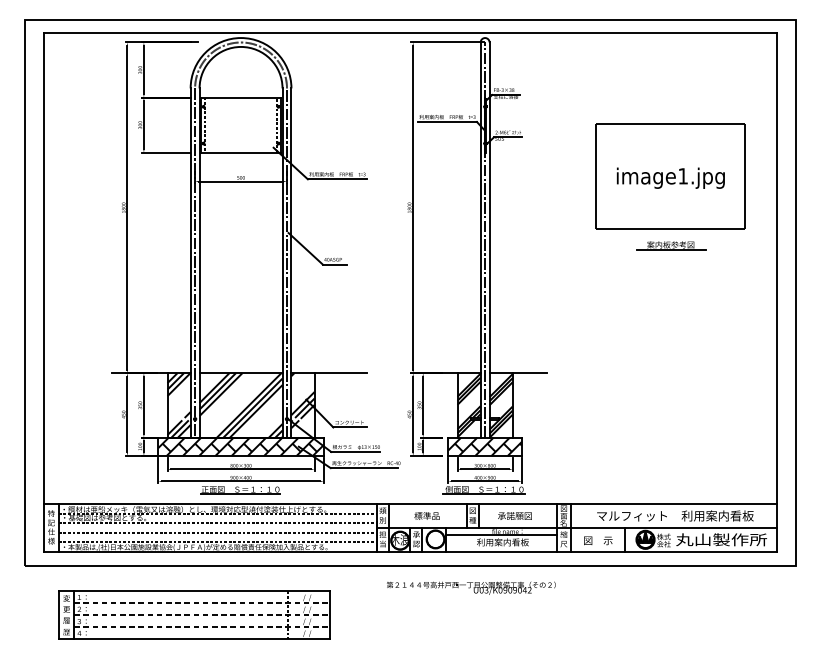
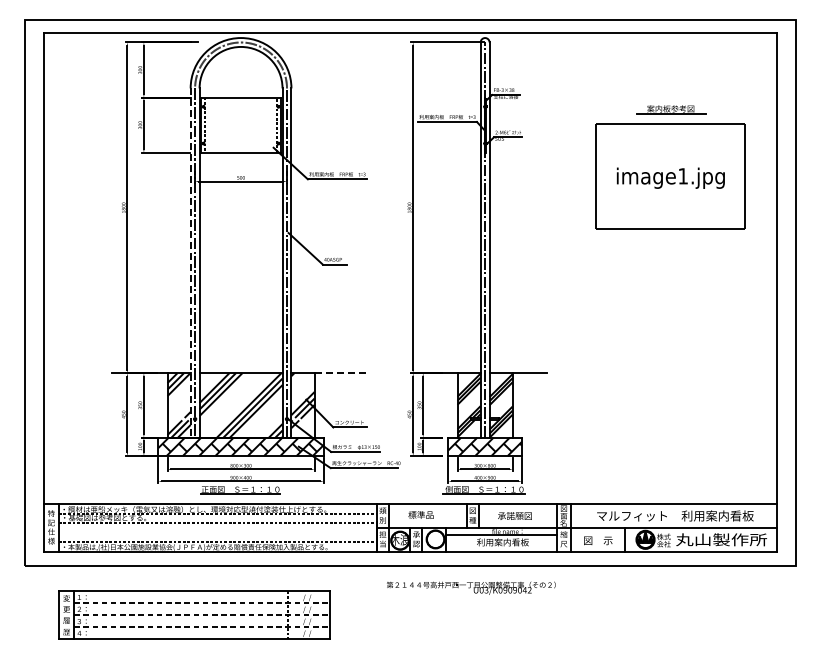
part at (671, 245) position: (671, 245) -> (671, 109)
line at (190, 263): solid -> dashed
line at (340, 373): solid -> dashed
text at (426, 515) position: (426, 515) -> (420, 514)
line at (217, 532): present -> none
